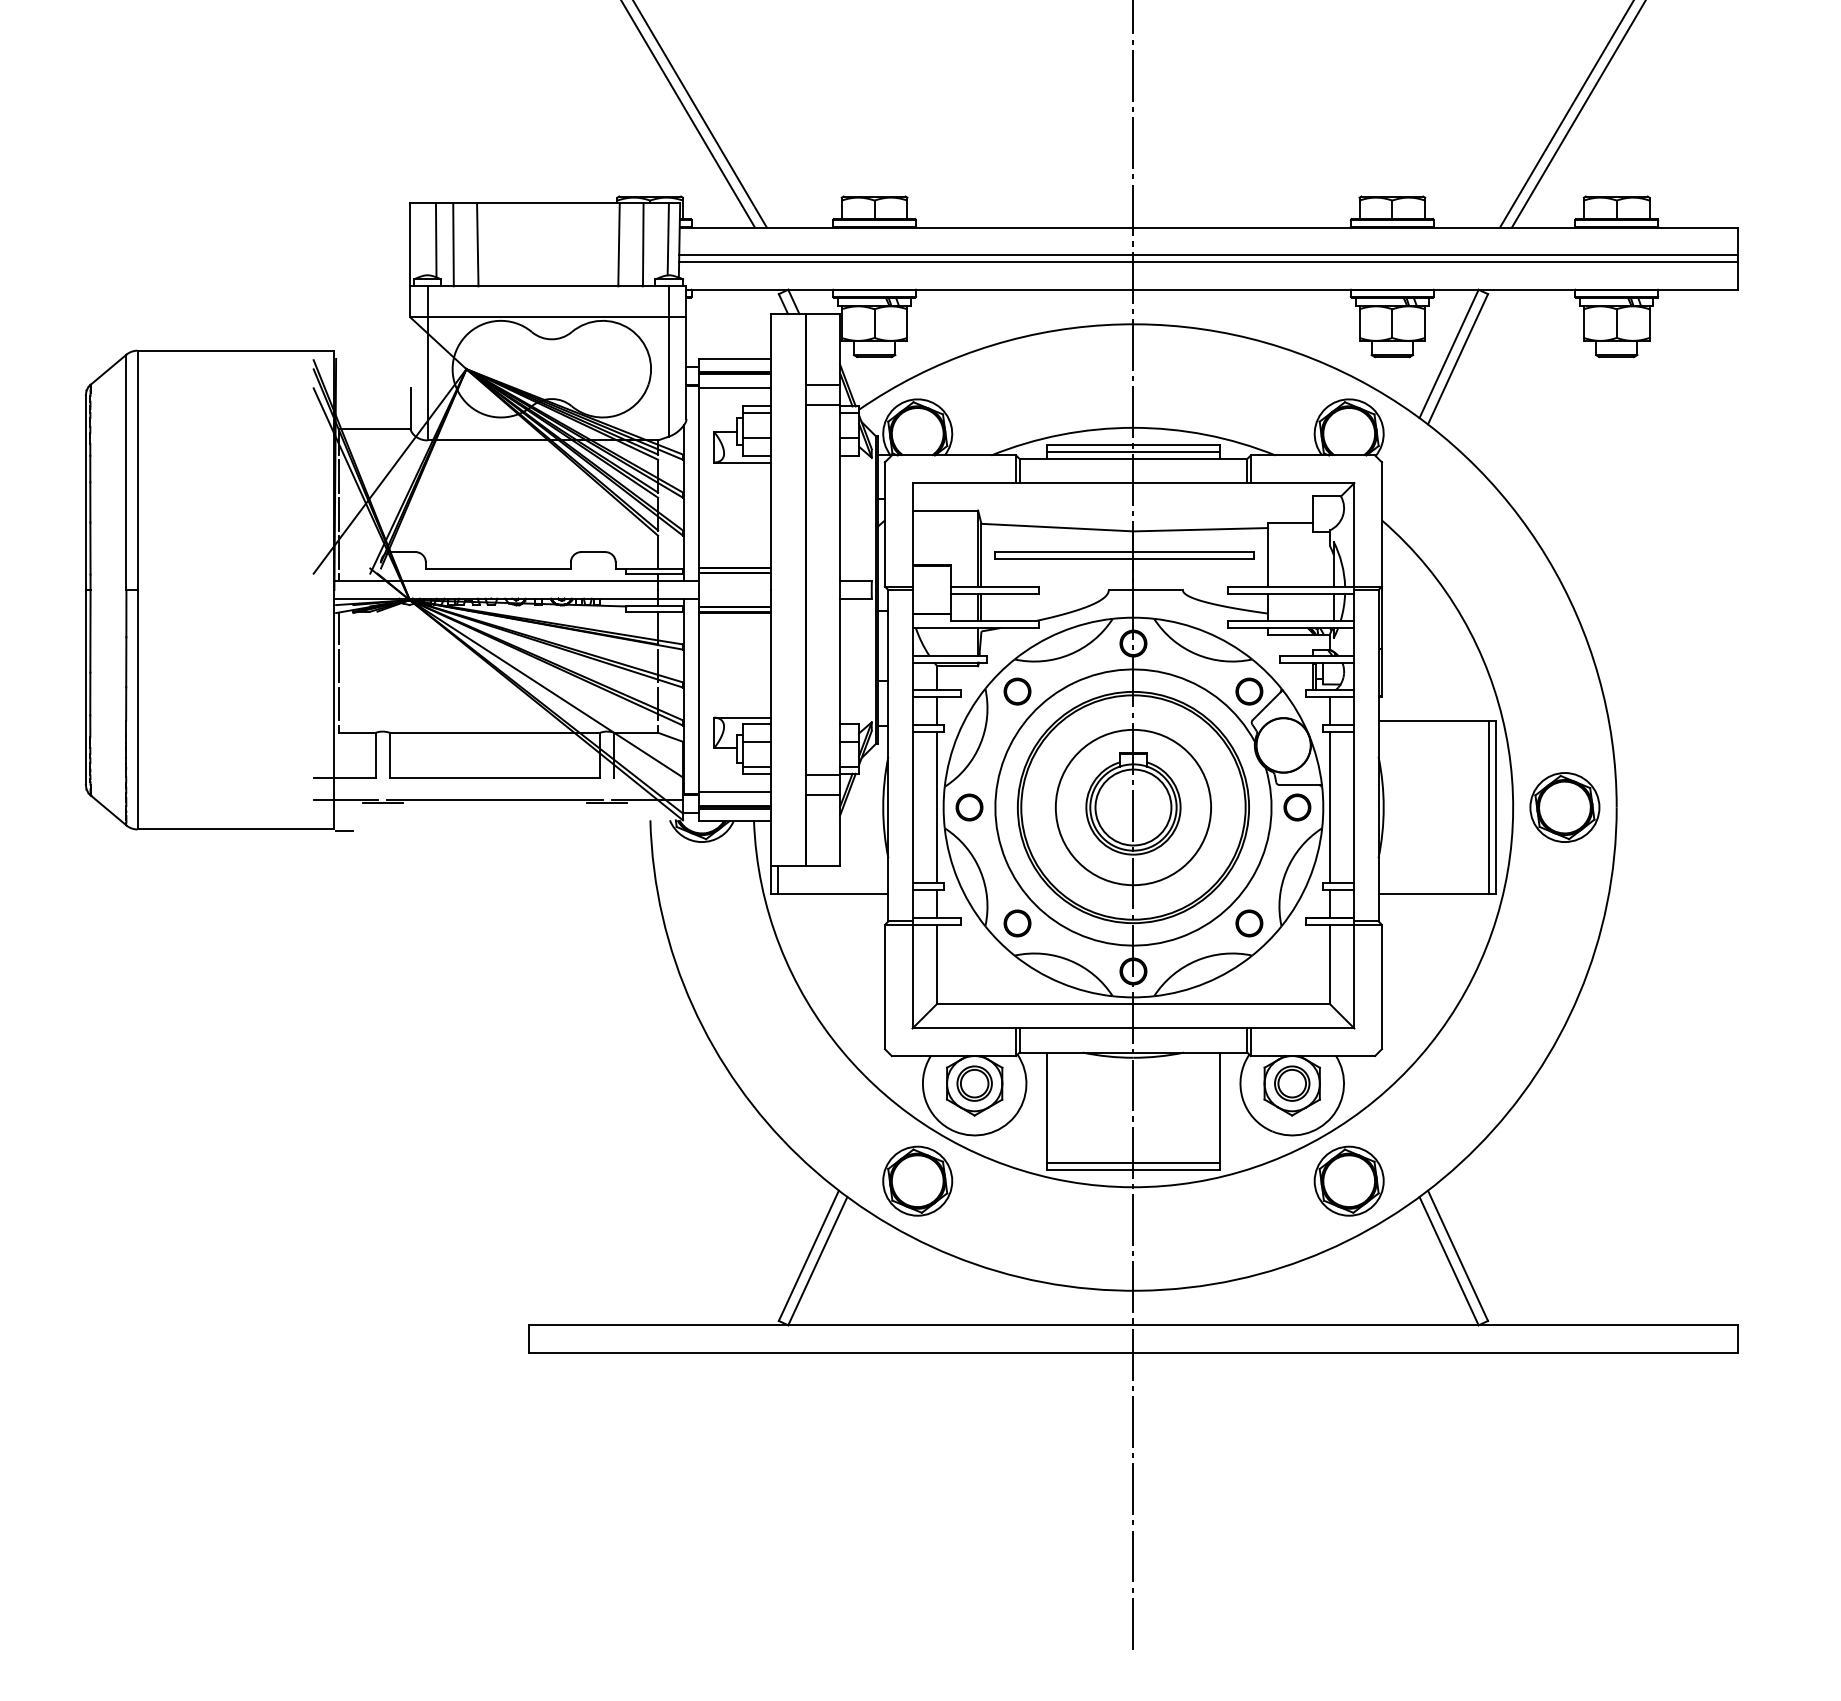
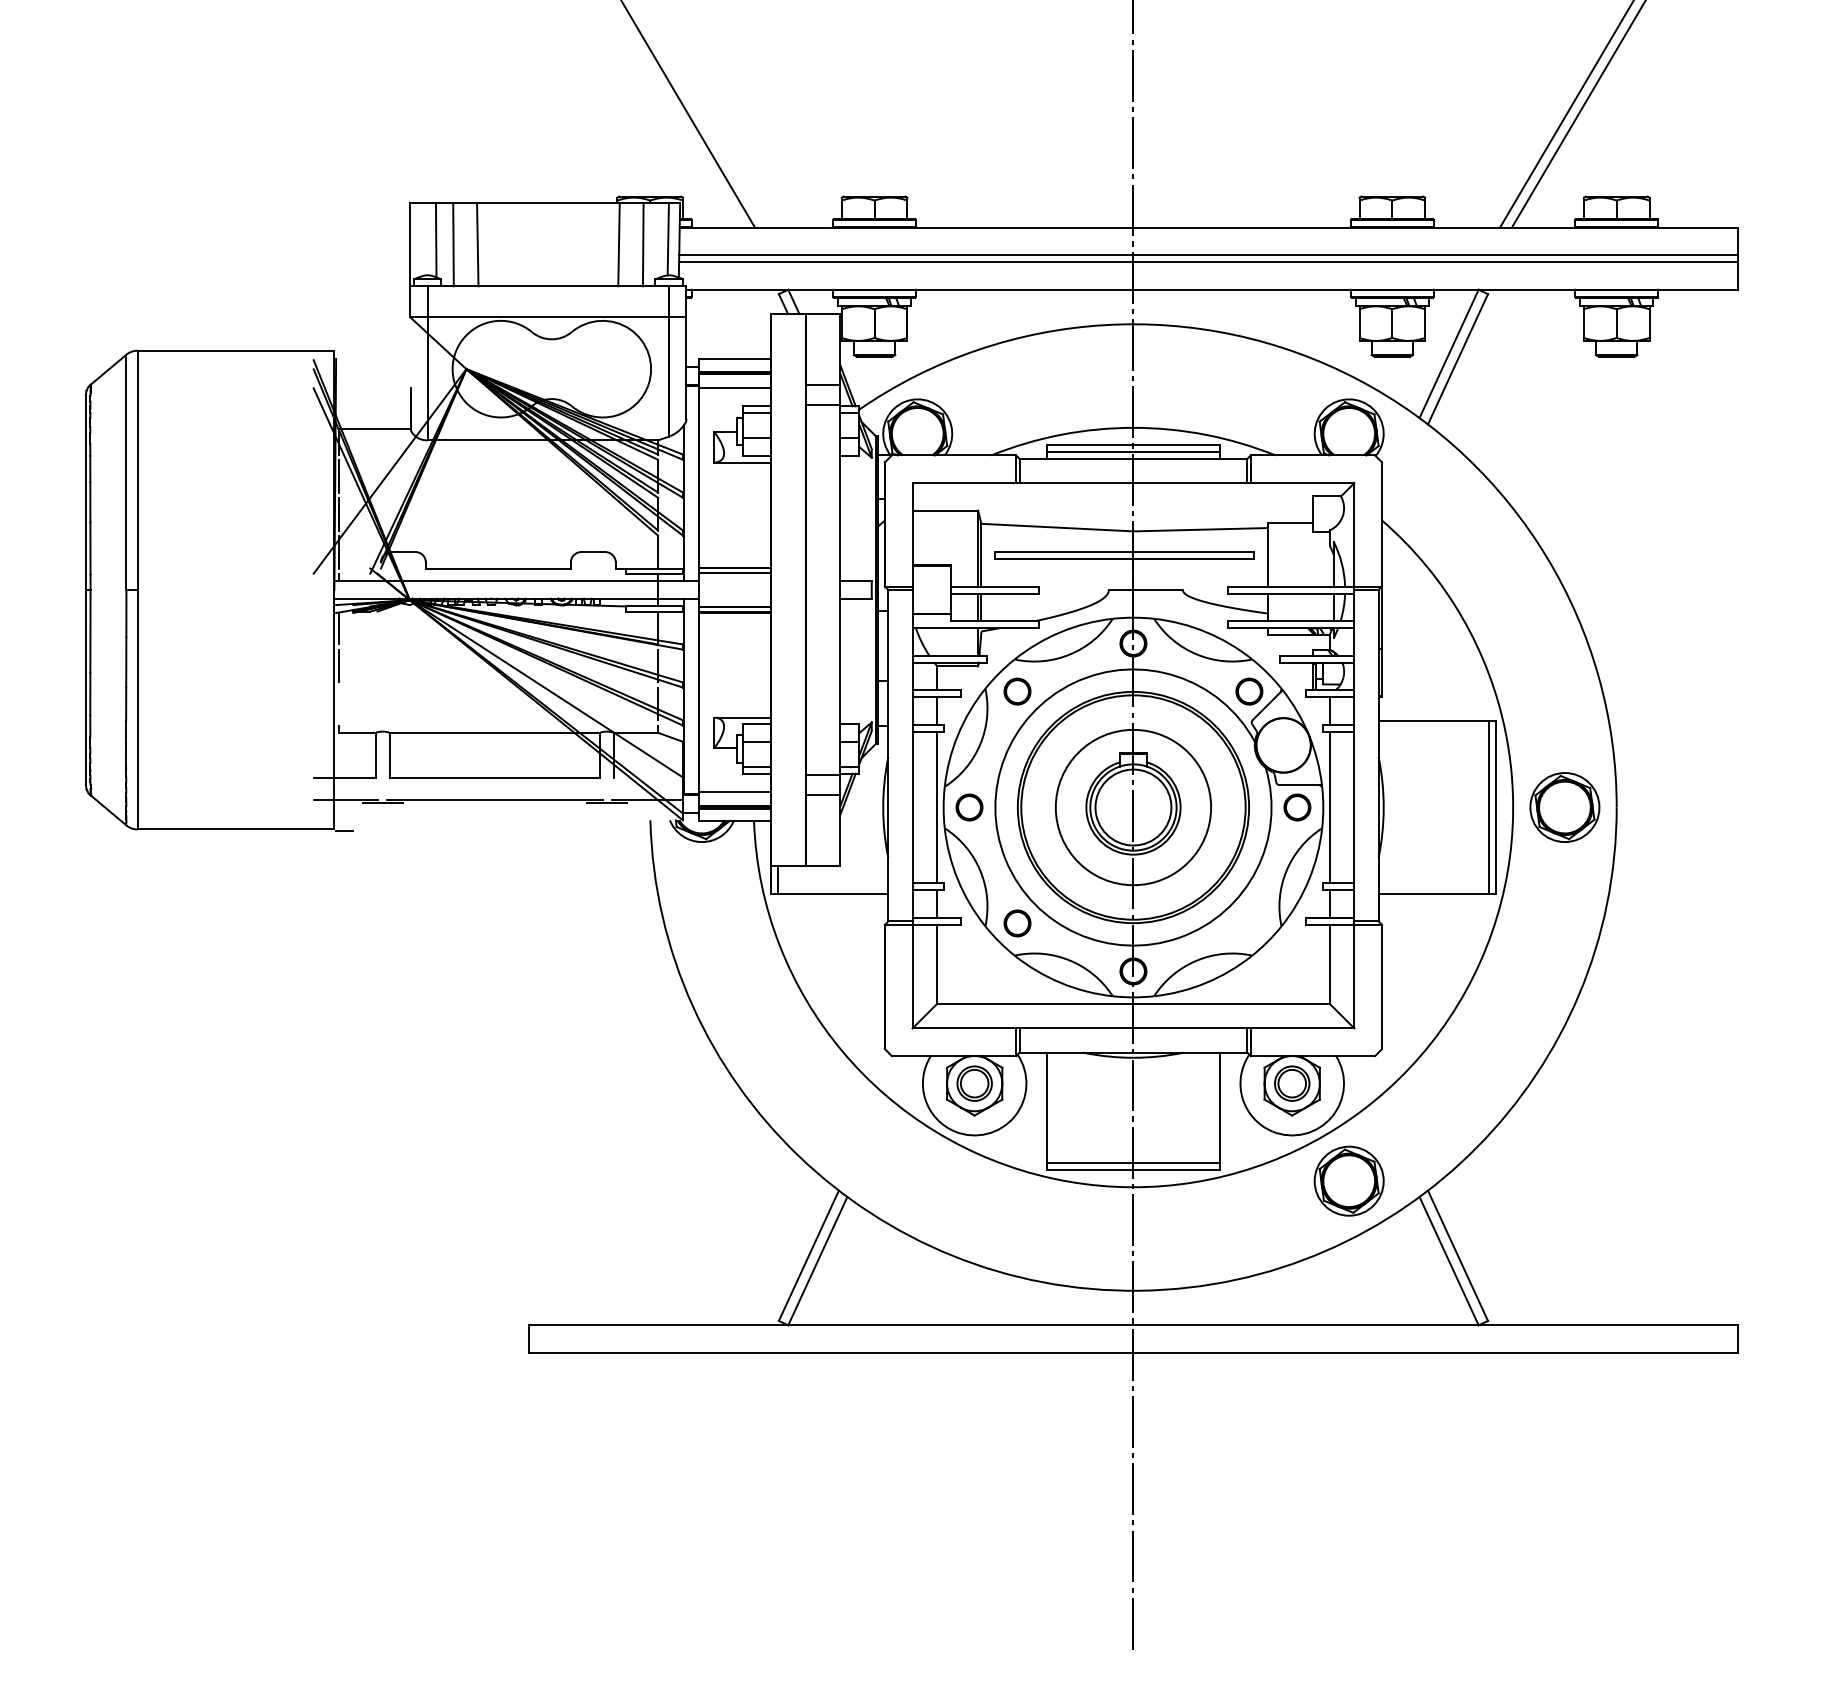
line at (700, 114): present -> none
line at (338, 703): present -> none
circle at (1249, 923): present -> none
part at (917, 1180): present -> none
